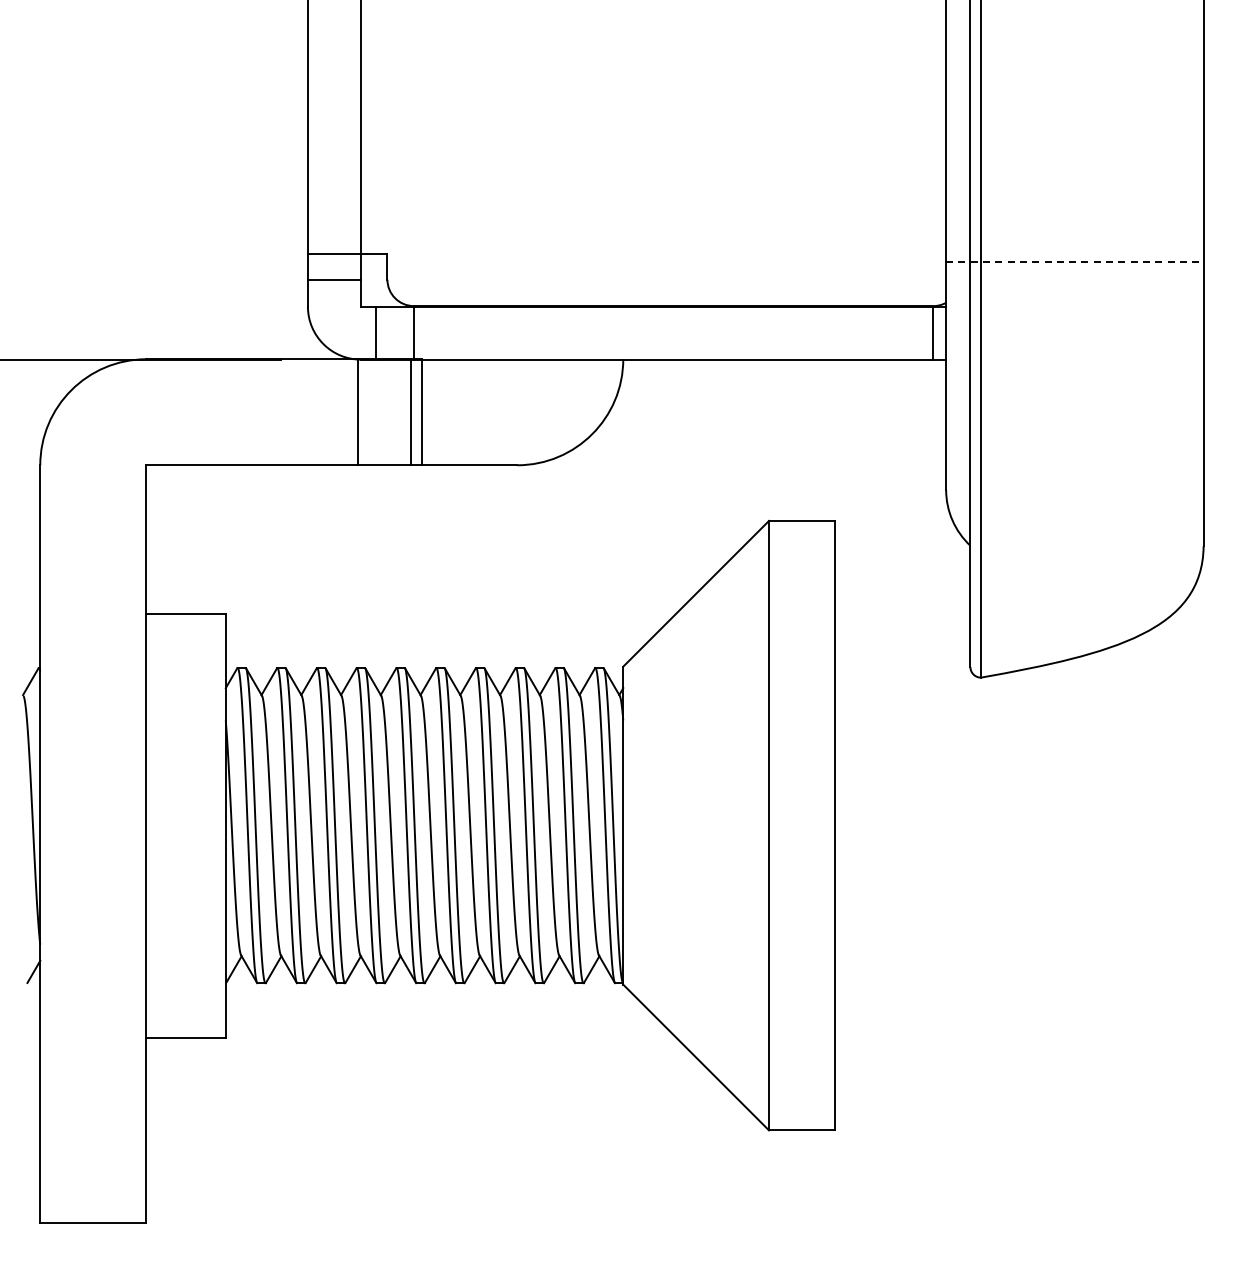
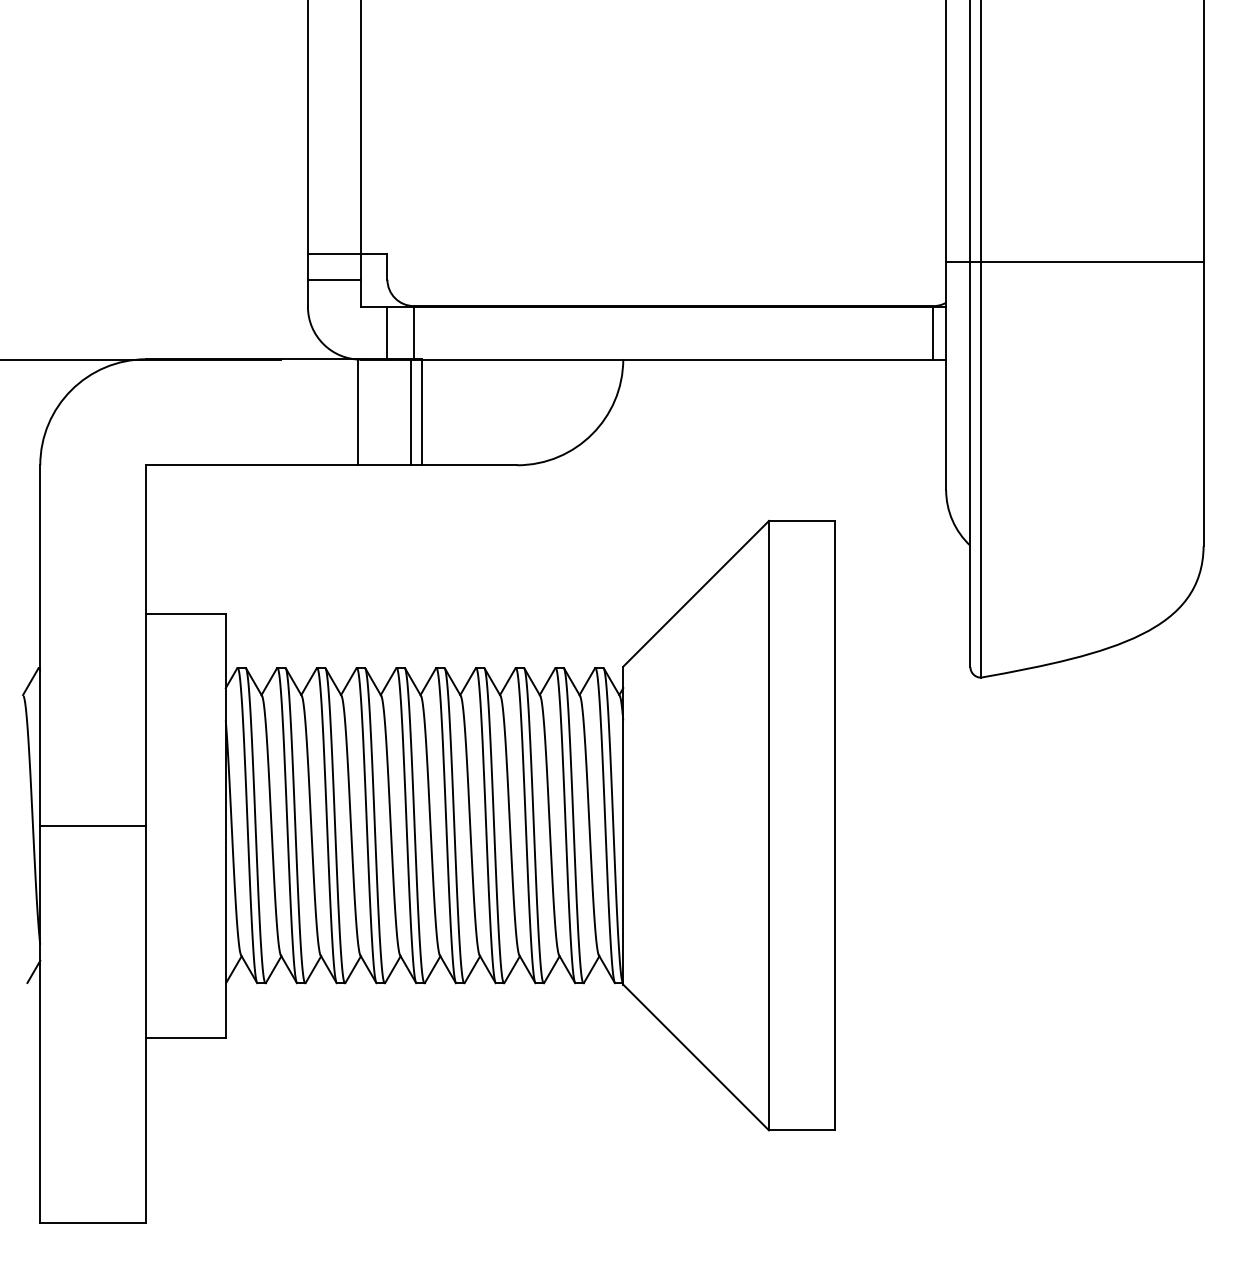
line at (1074, 261): dashed -> solid
line at (376, 332) position: (376, 332) -> (387, 332)
line at (93, 825): none -> present
